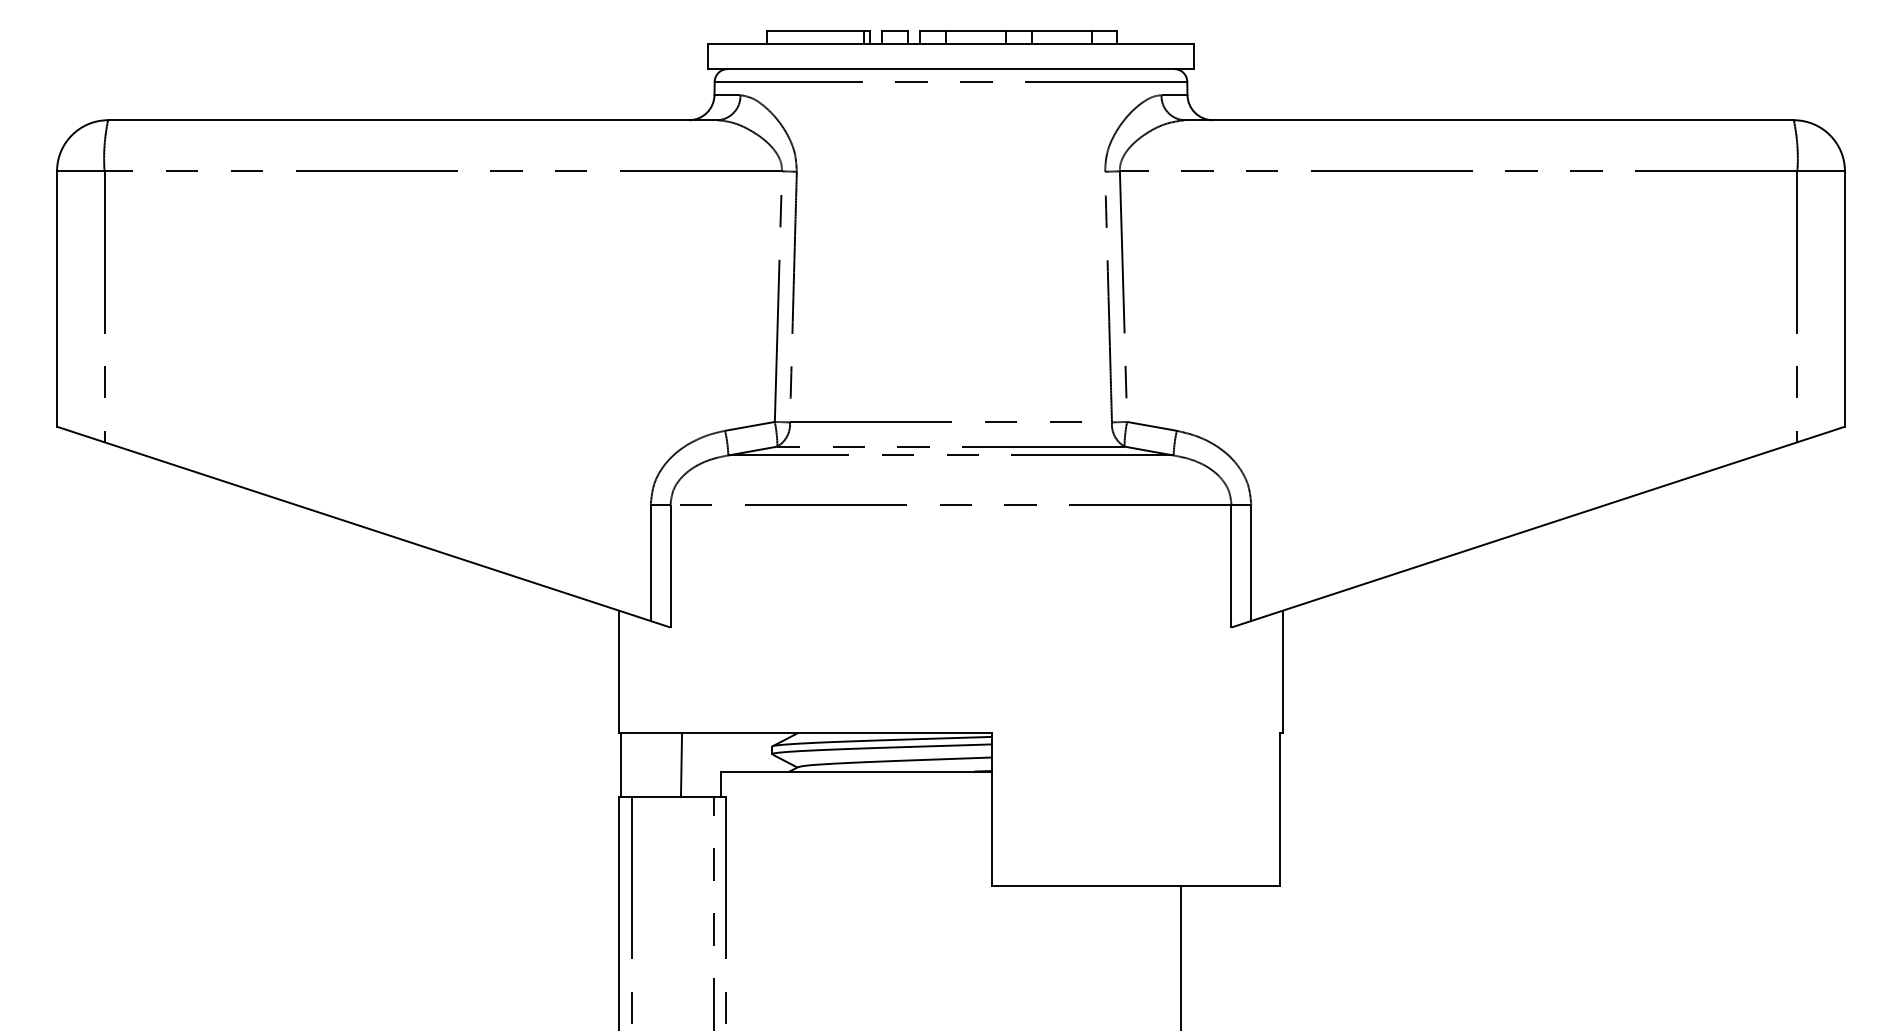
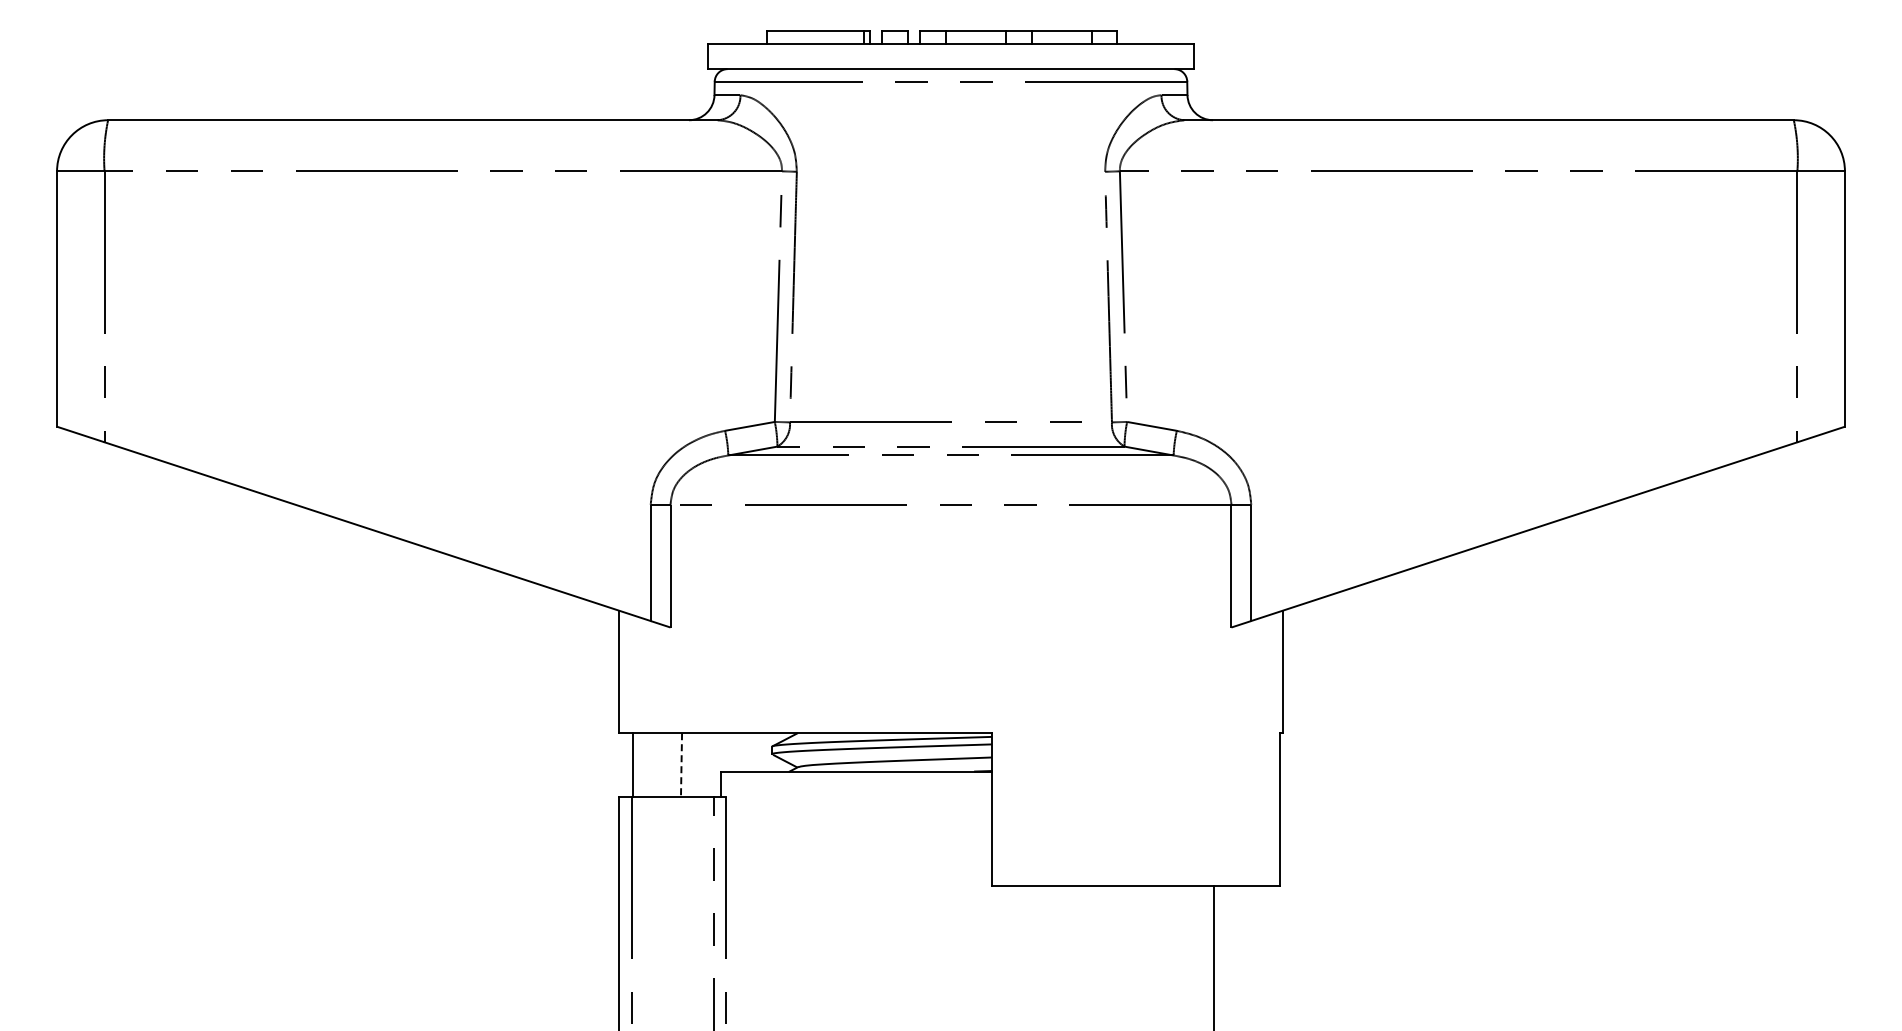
line at (621, 765) position: (621, 765) -> (633, 765)
line at (681, 765): solid -> dashed
line at (1180, 956) position: (1180, 956) -> (1213, 956)
